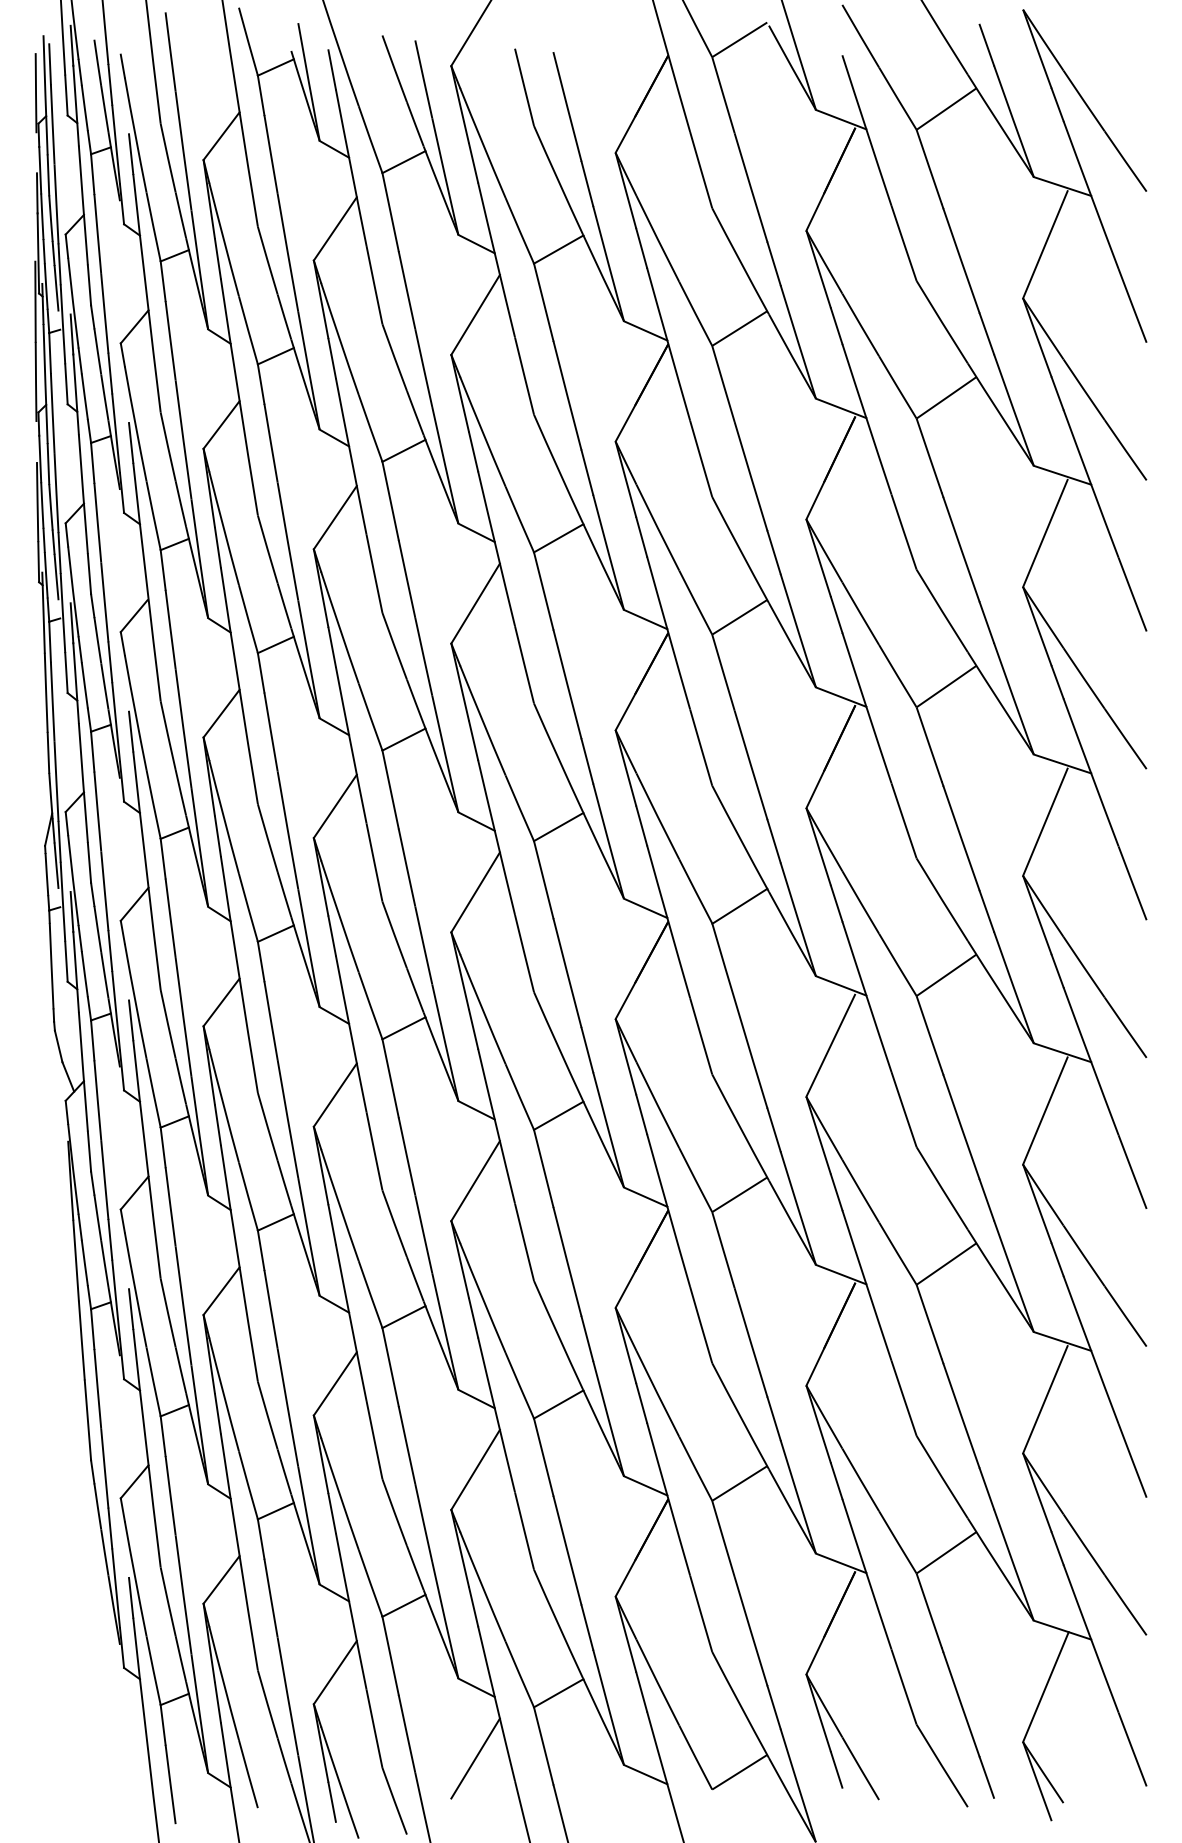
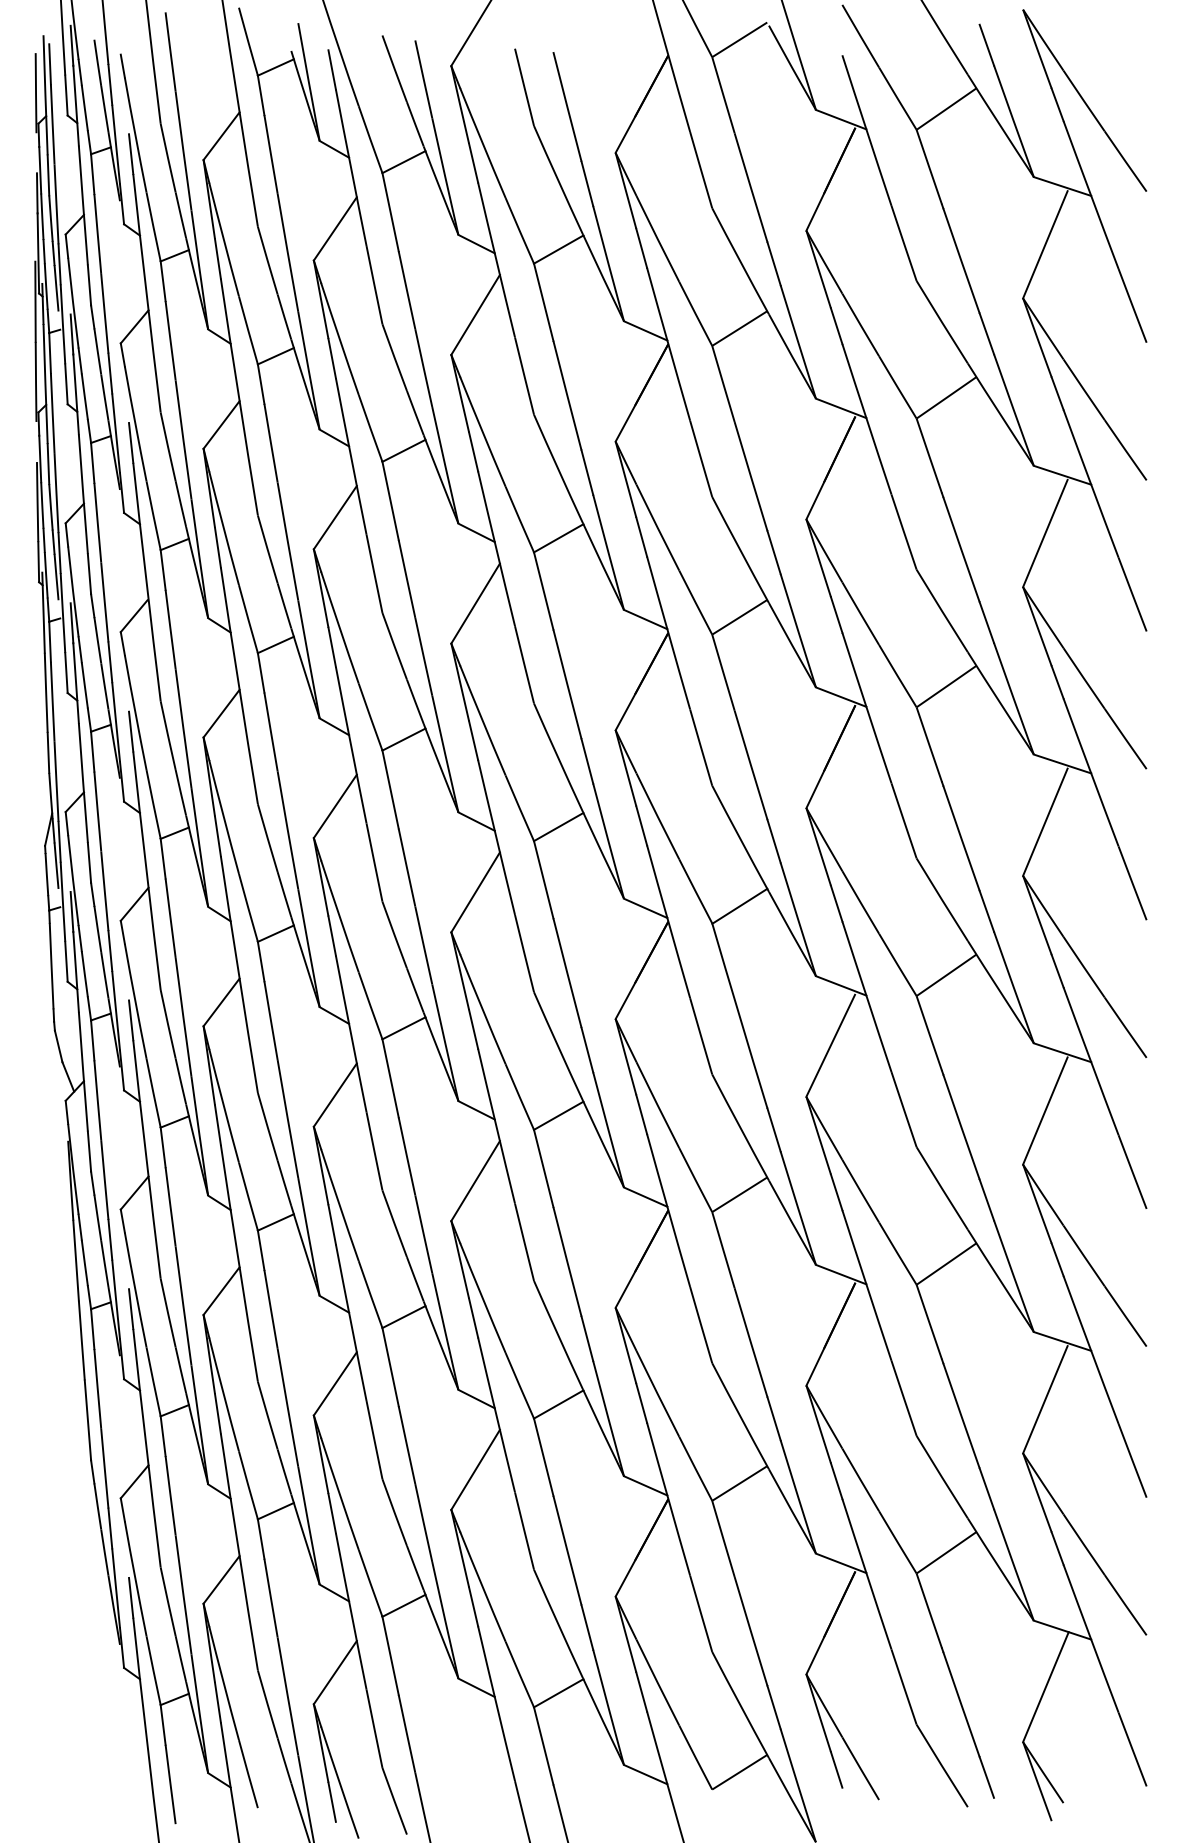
line at (475, 1758): present -> none
